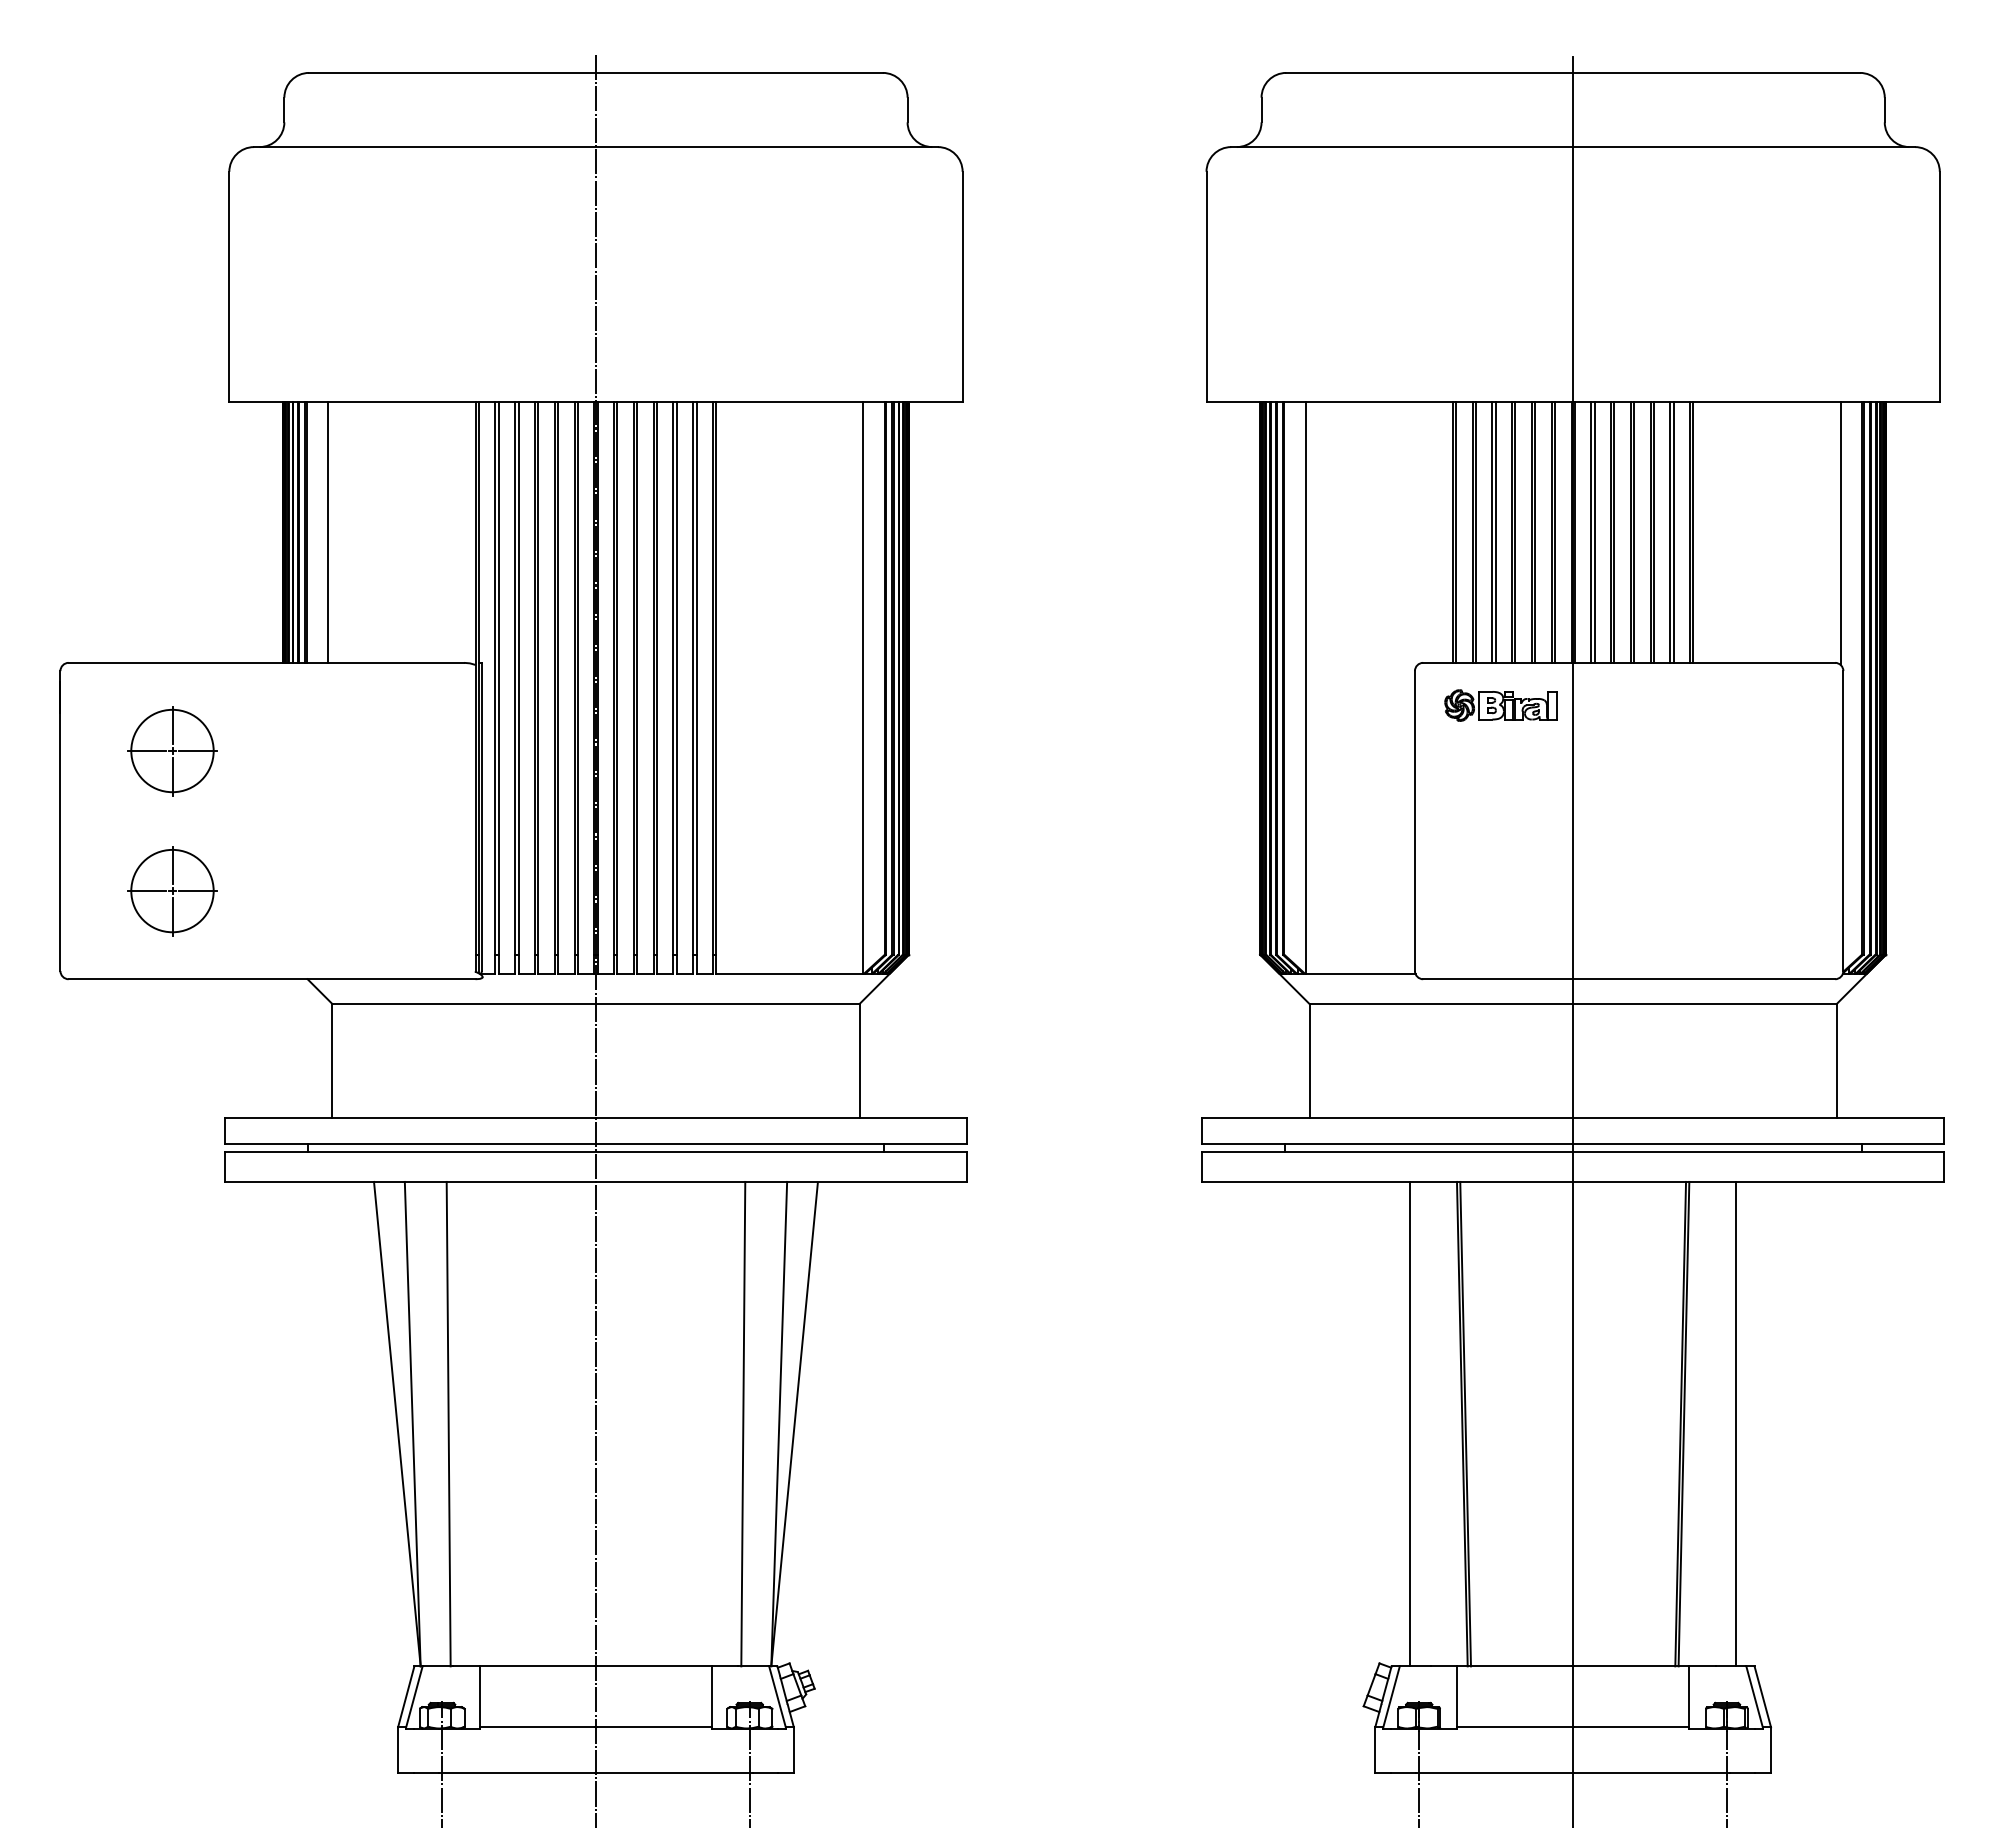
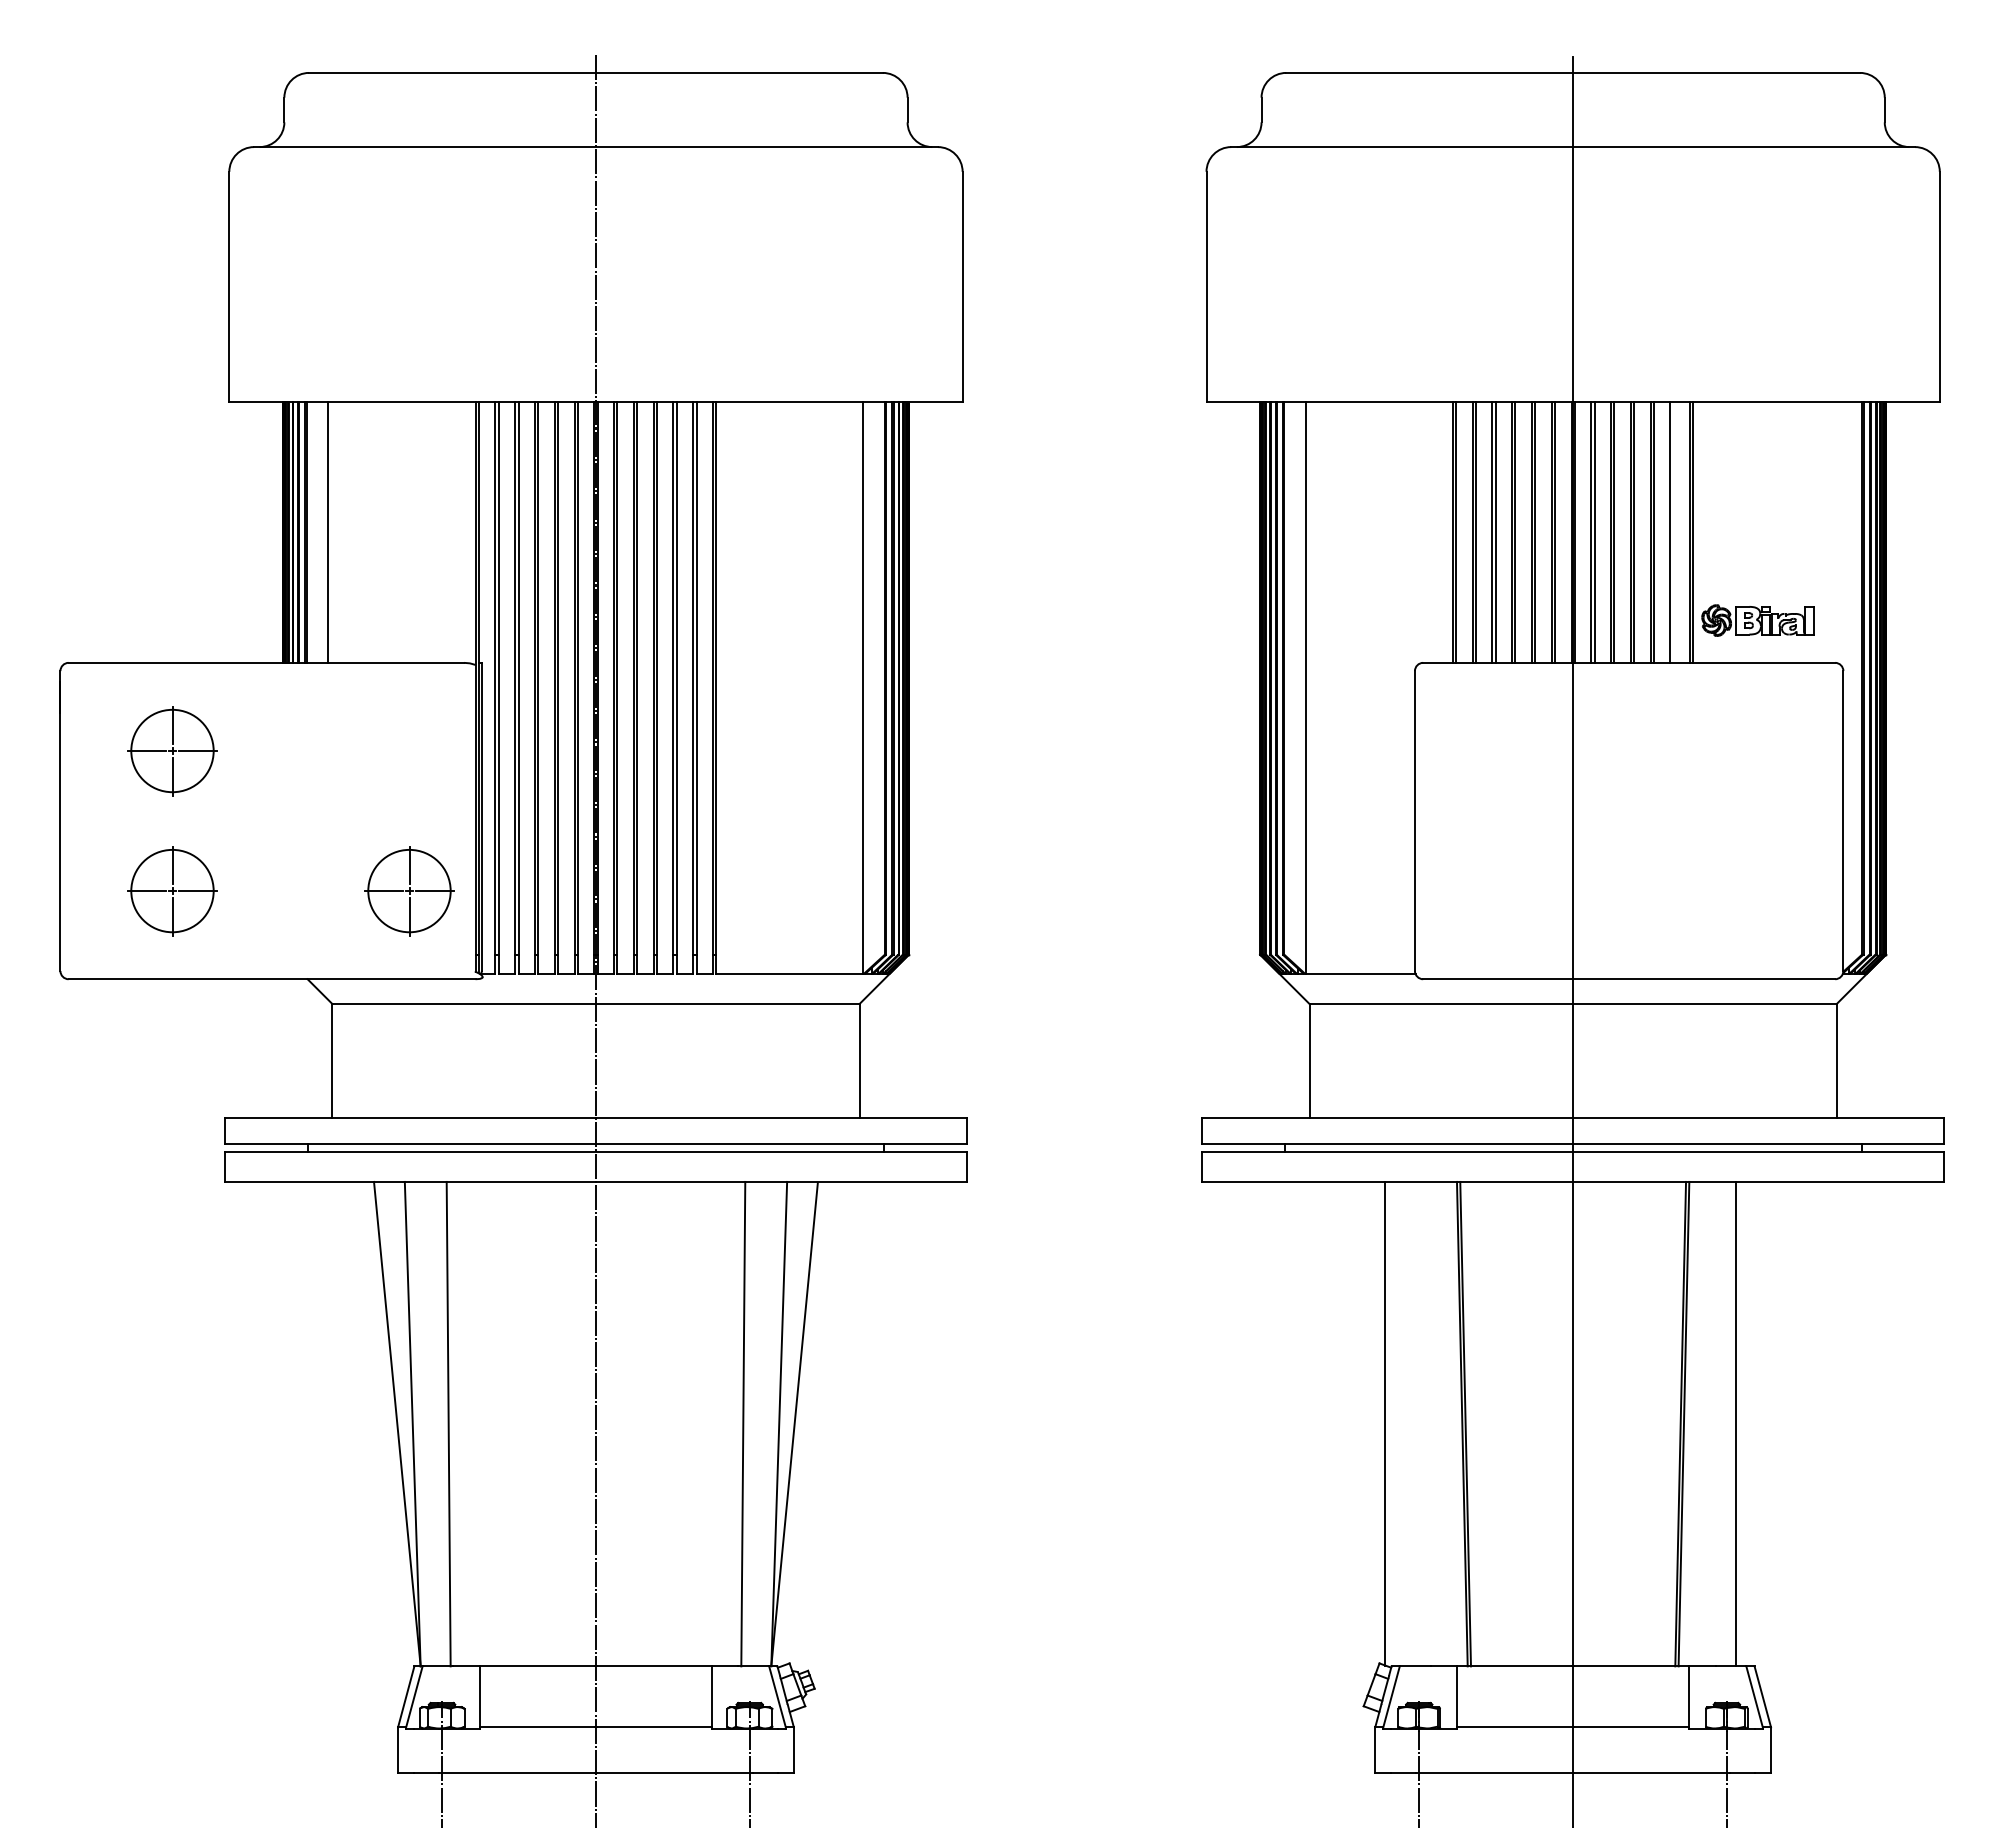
line at (1673, 532): present -> none
line at (1840, 533): present -> none
part at (1500, 705) position: (1500, 705) -> (1757, 620)
part at (409, 891): none -> present
line at (1410, 1423) position: (1410, 1423) -> (1385, 1423)
